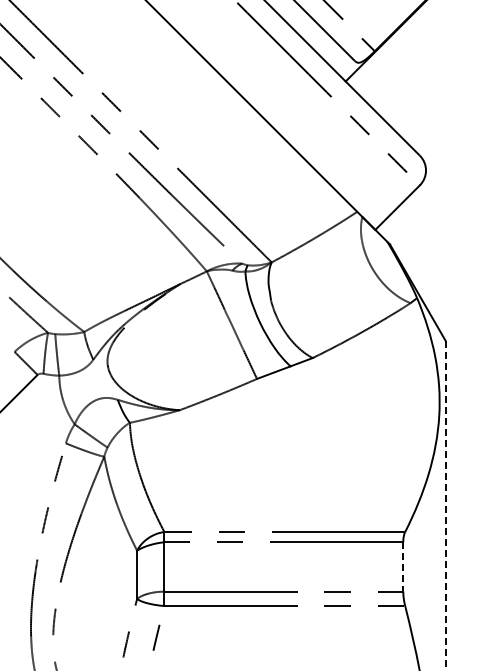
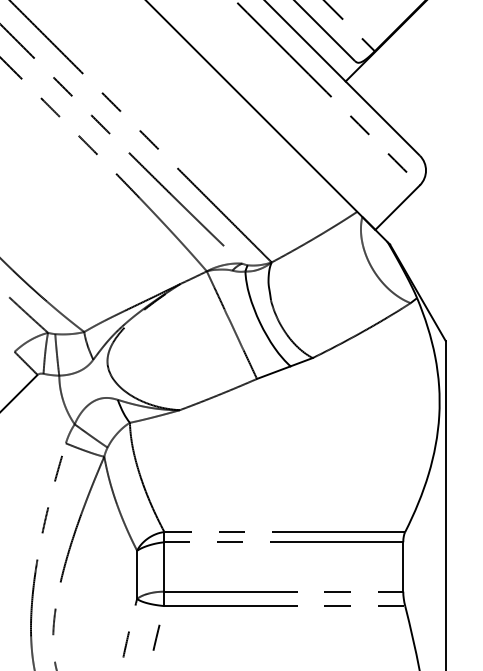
line at (445, 505): dashed -> solid
line at (403, 566): dashed -> solid
